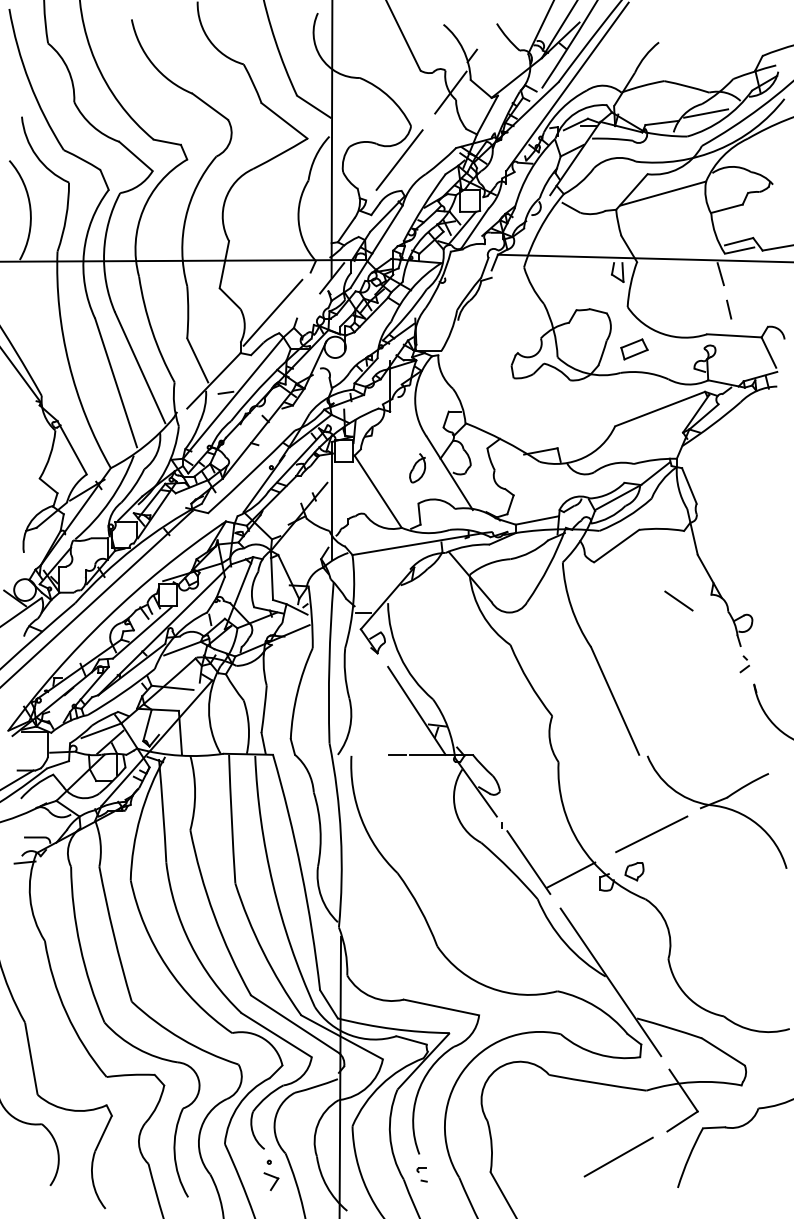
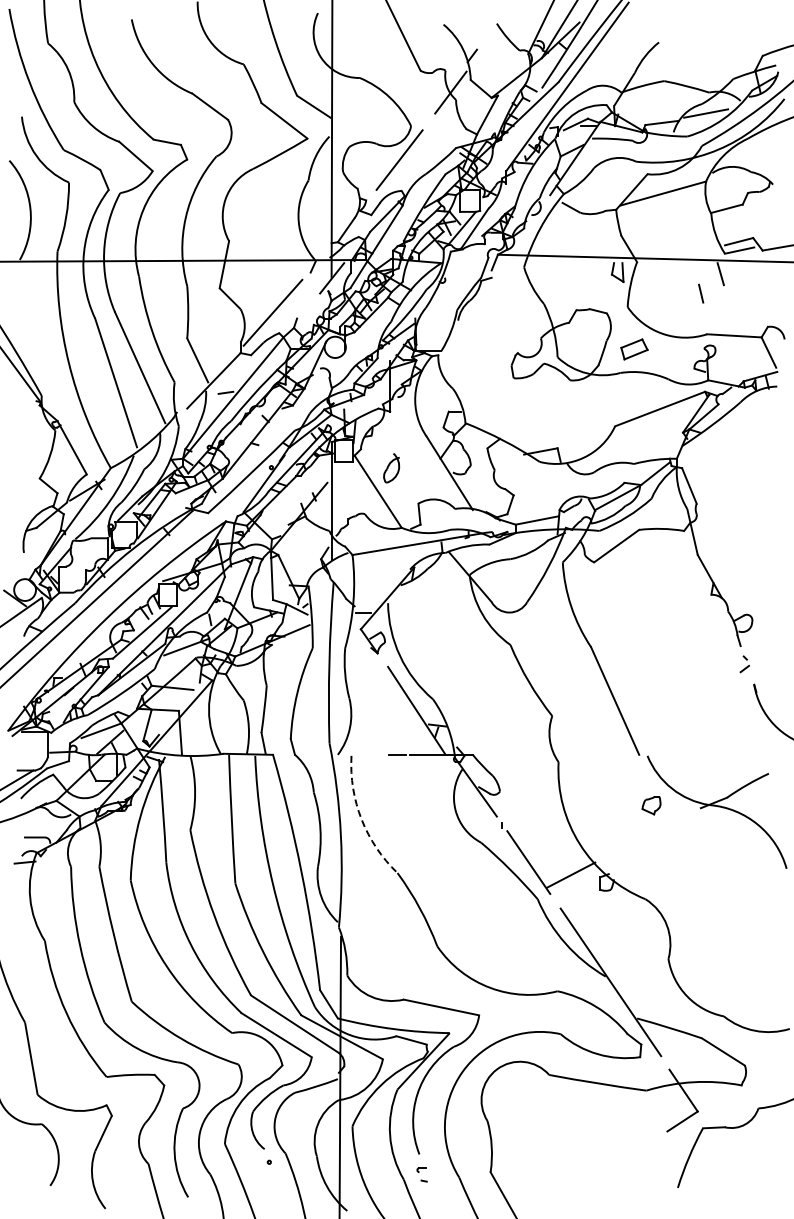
line at (729, 309) position: (729, 309) -> (701, 293)
part at (417, 468) position: (417, 468) -> (391, 468)
line at (678, 600): present -> none
arc at (361, 819): solid -> dashed
line at (651, 834): present -> none
part at (634, 871) position: (634, 871) -> (651, 805)
line at (618, 1156): present -> none
part at (271, 1181): present -> none
